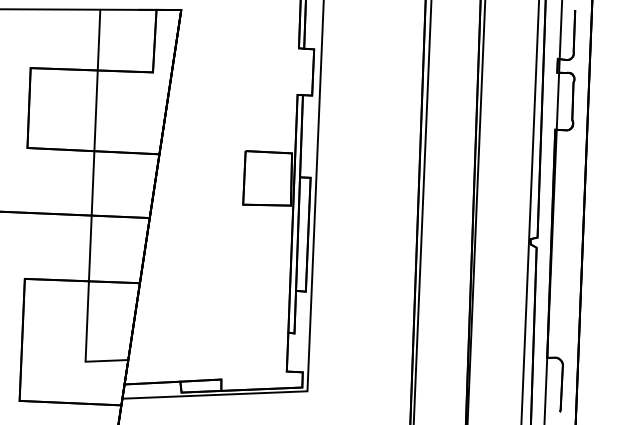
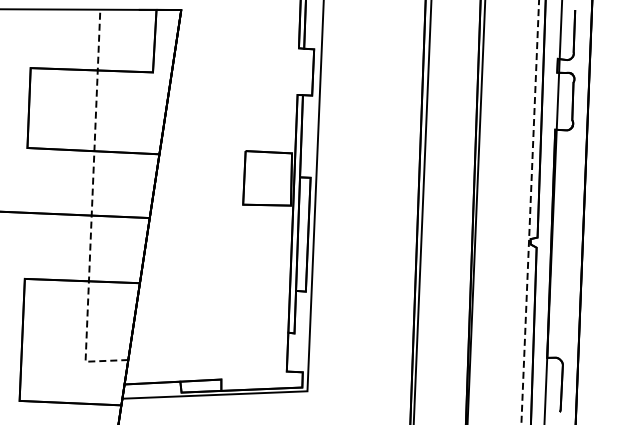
line at (92, 207): solid -> dashed
line at (530, 212): solid -> dashed
